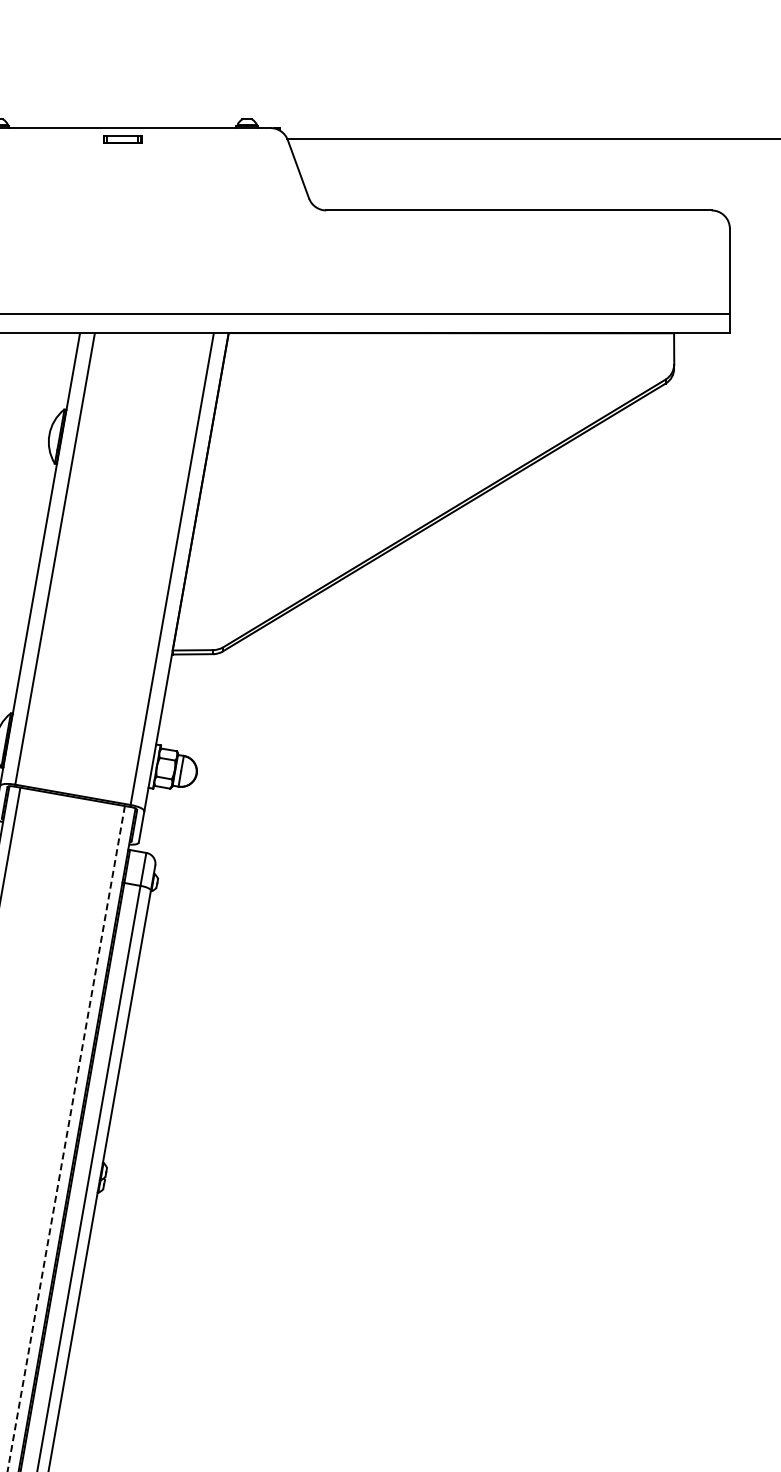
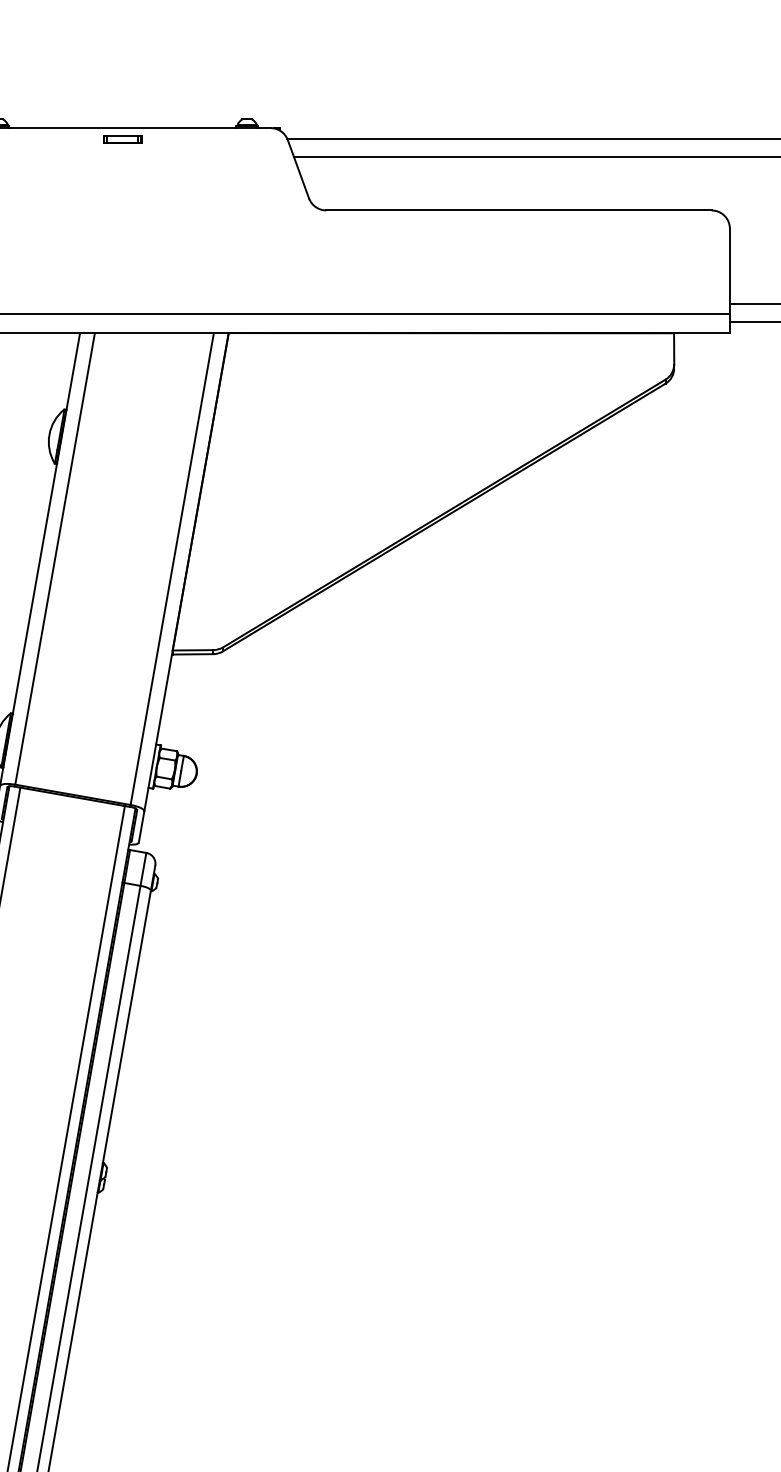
line at (535, 157): none -> present
line at (753, 303): none -> present
line at (753, 322): none -> present
line at (66, 1138): dashed -> solid
